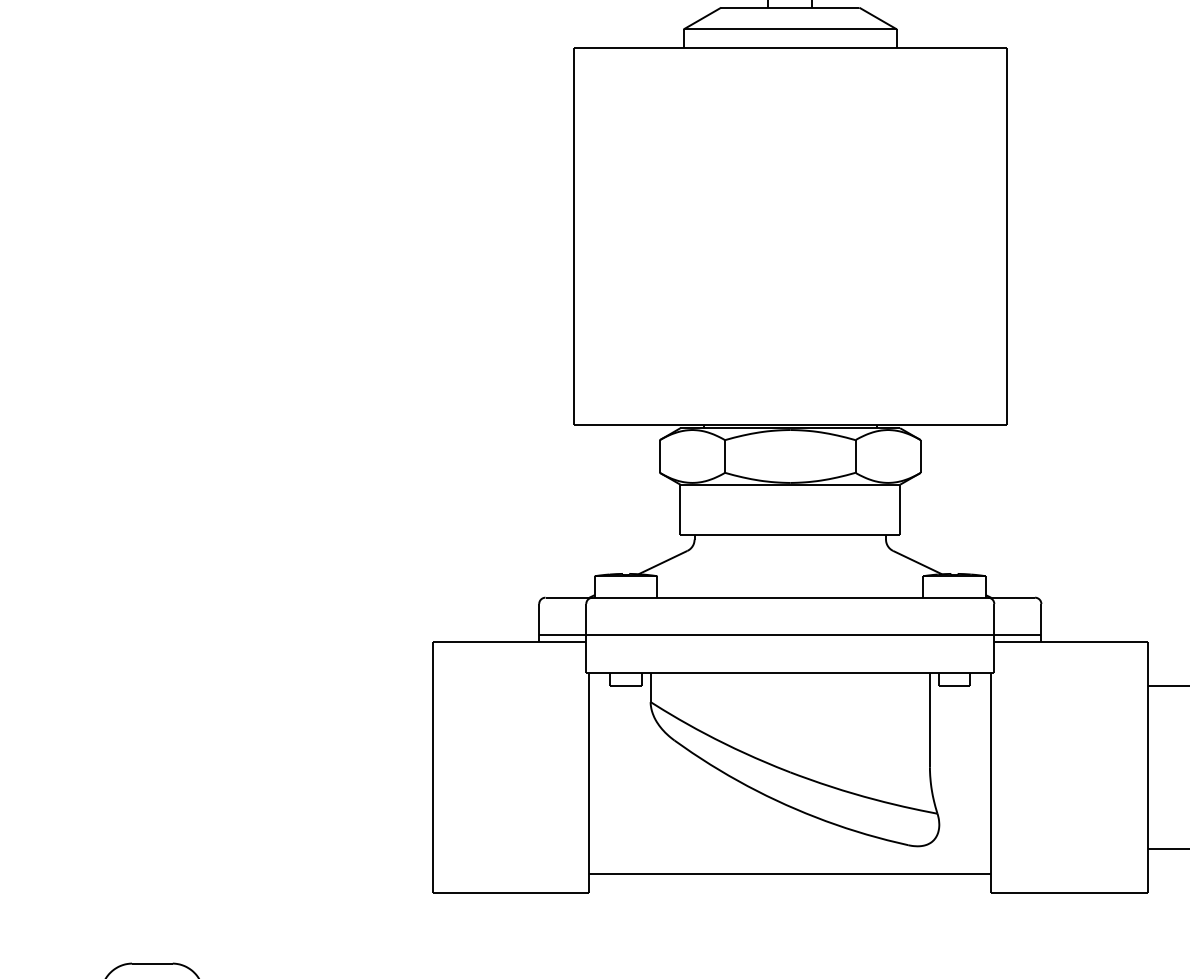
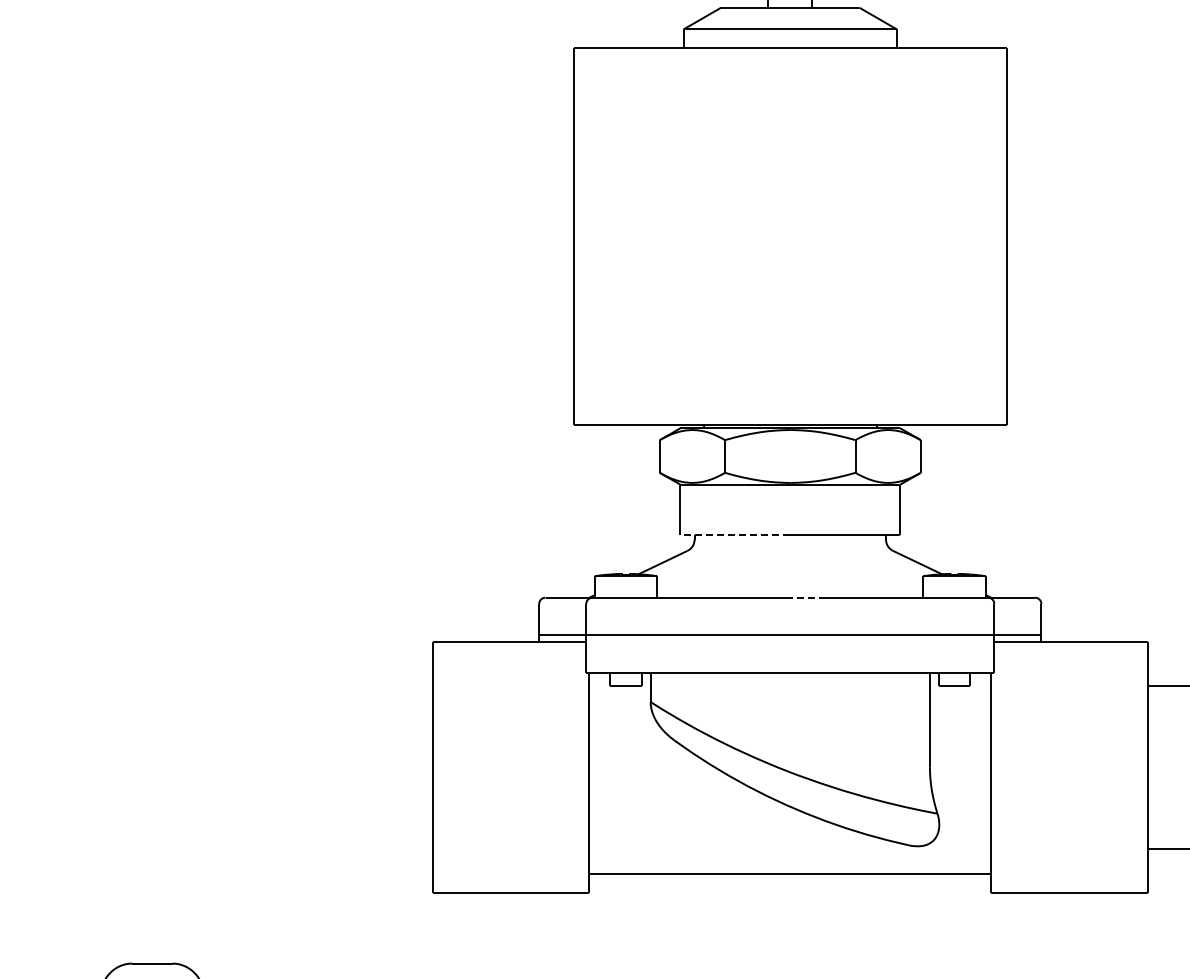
line at (735, 534): solid -> dashed
line at (807, 597): solid -> dashed
